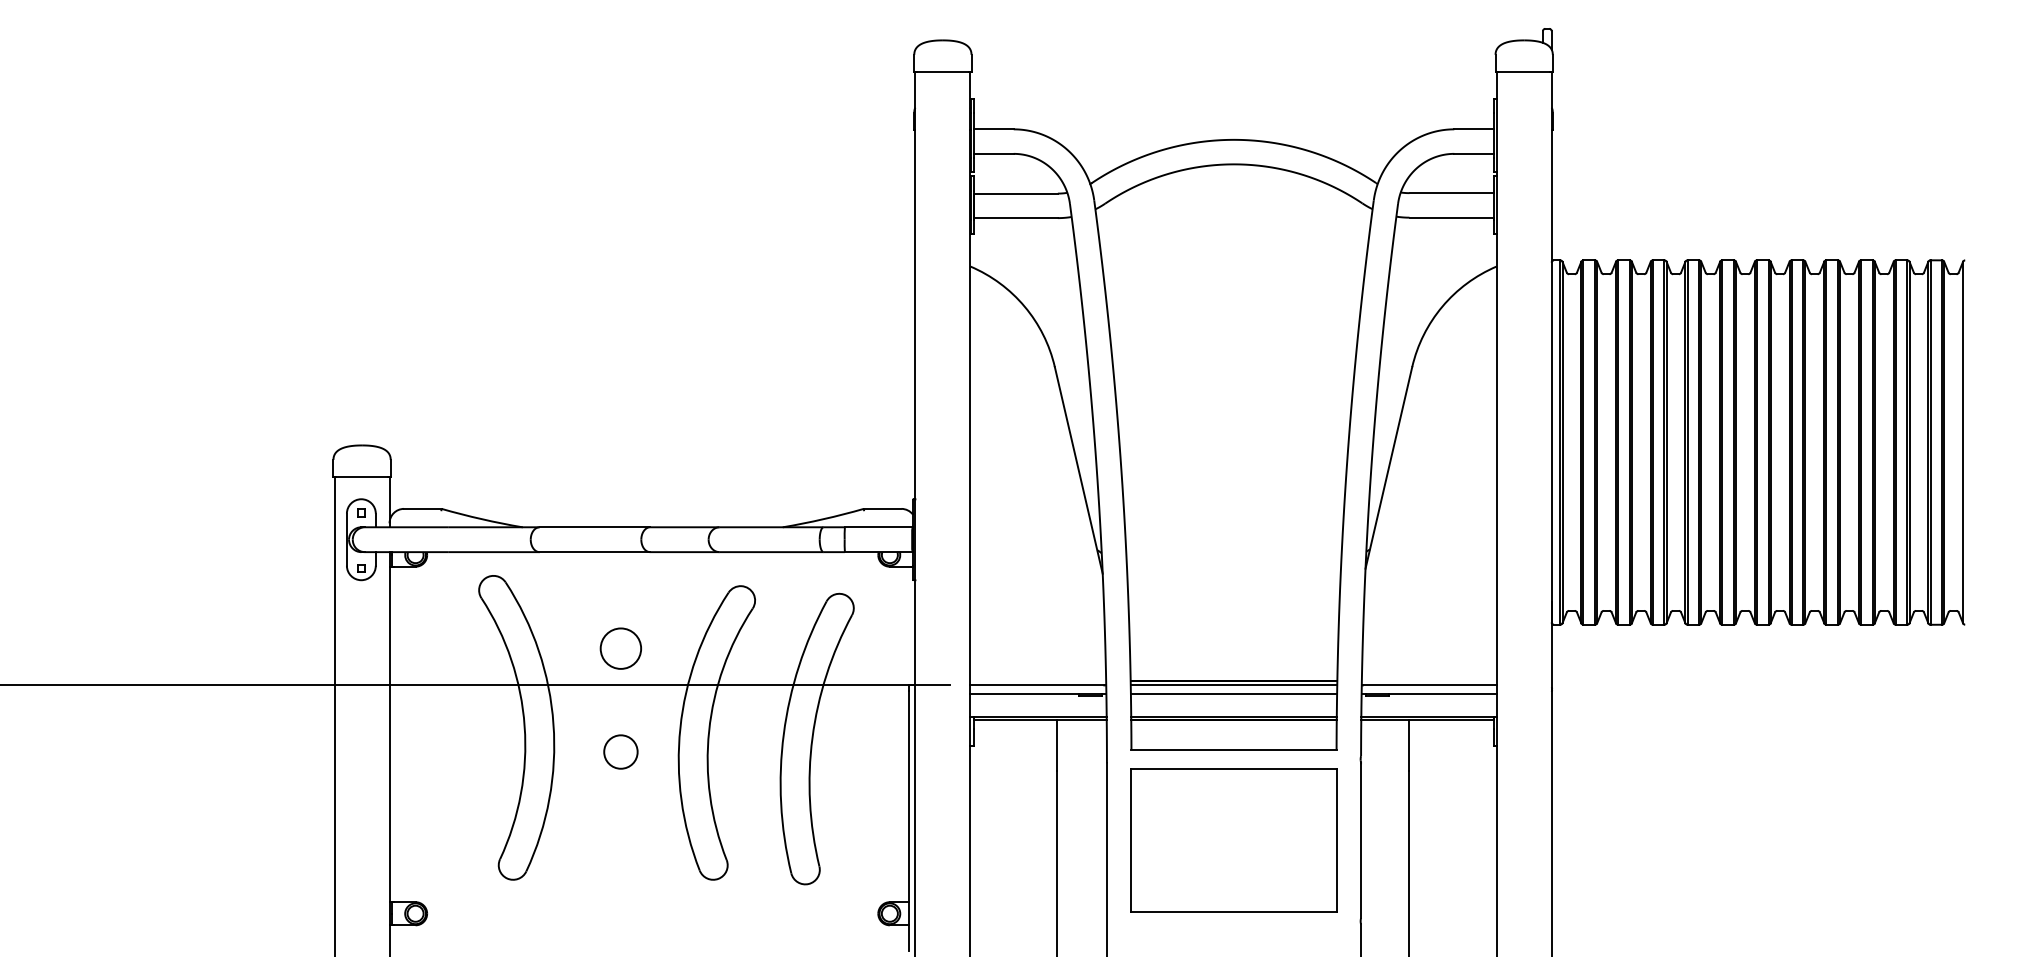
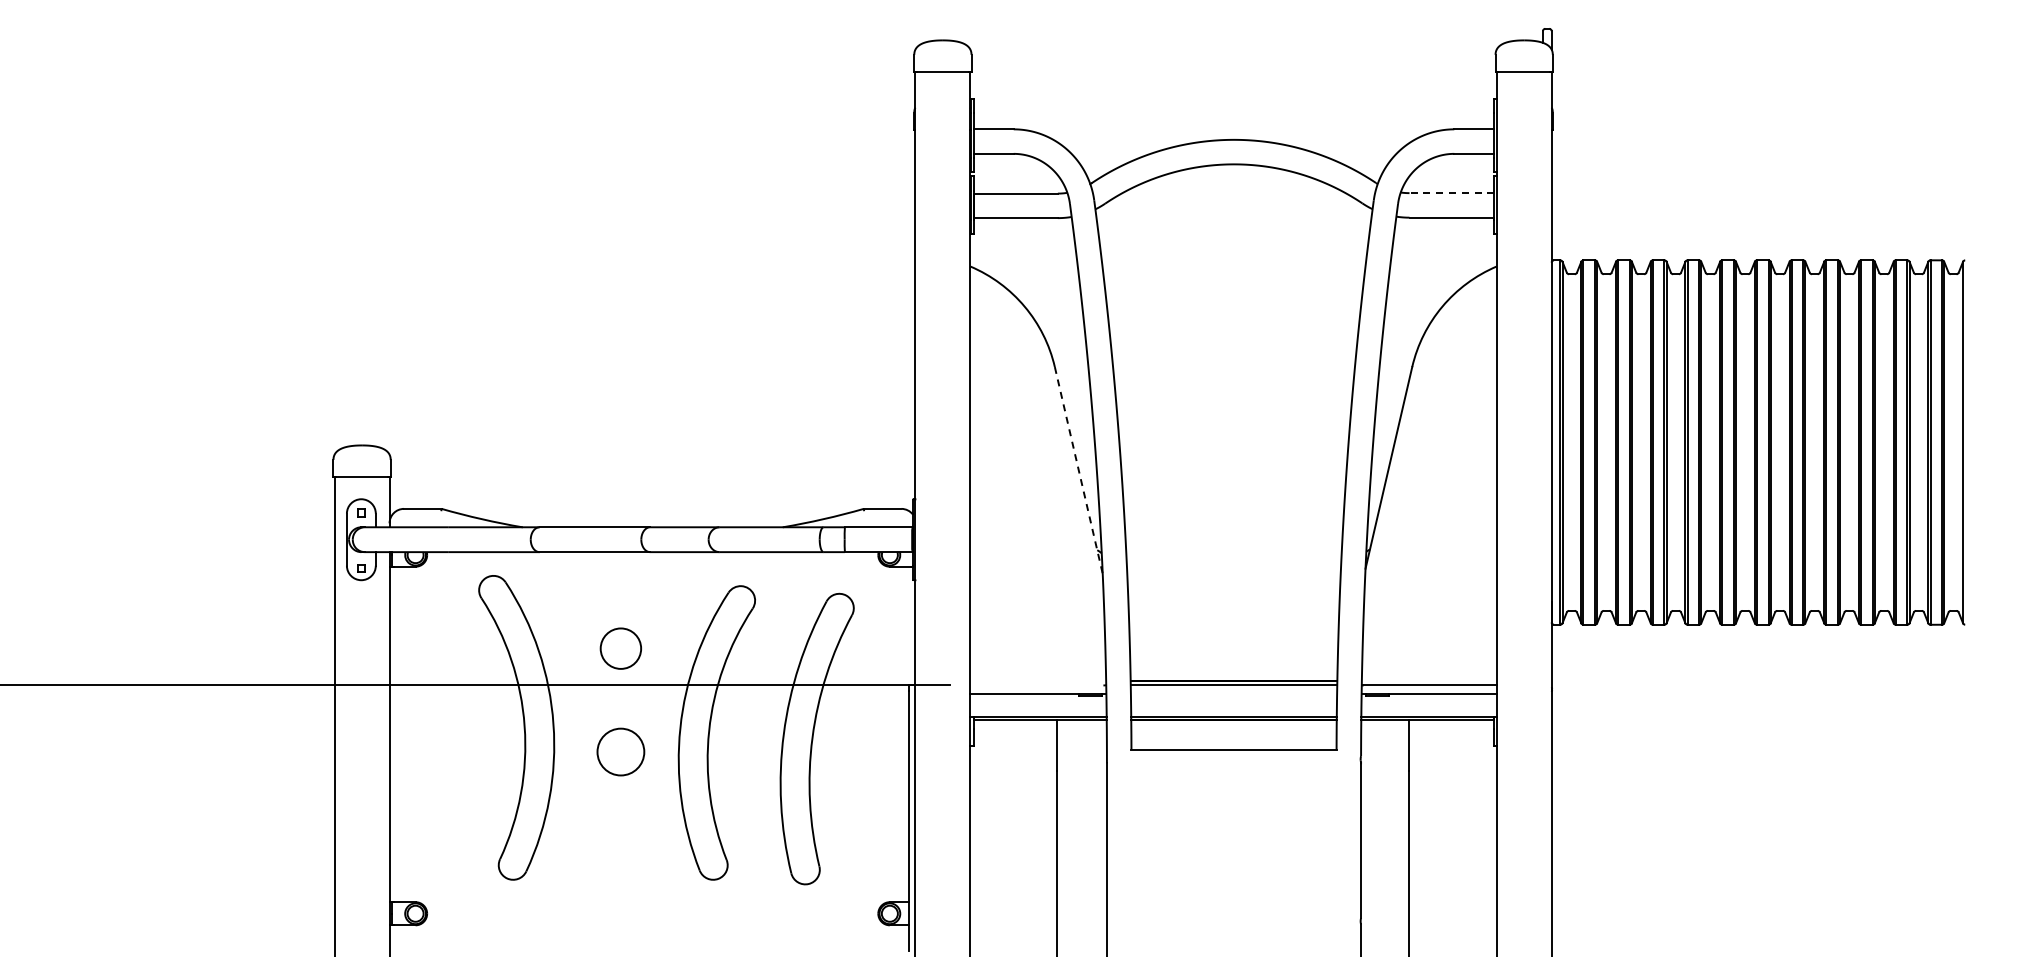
line at (1451, 193): solid -> dashed
line at (1078, 470): solid -> dashed
line at (1038, 685): present -> none
line at (1233, 693): present -> none
circle at (620, 751) size: 36x36 px -> 50x50 px
part at (1233, 840): present -> none
